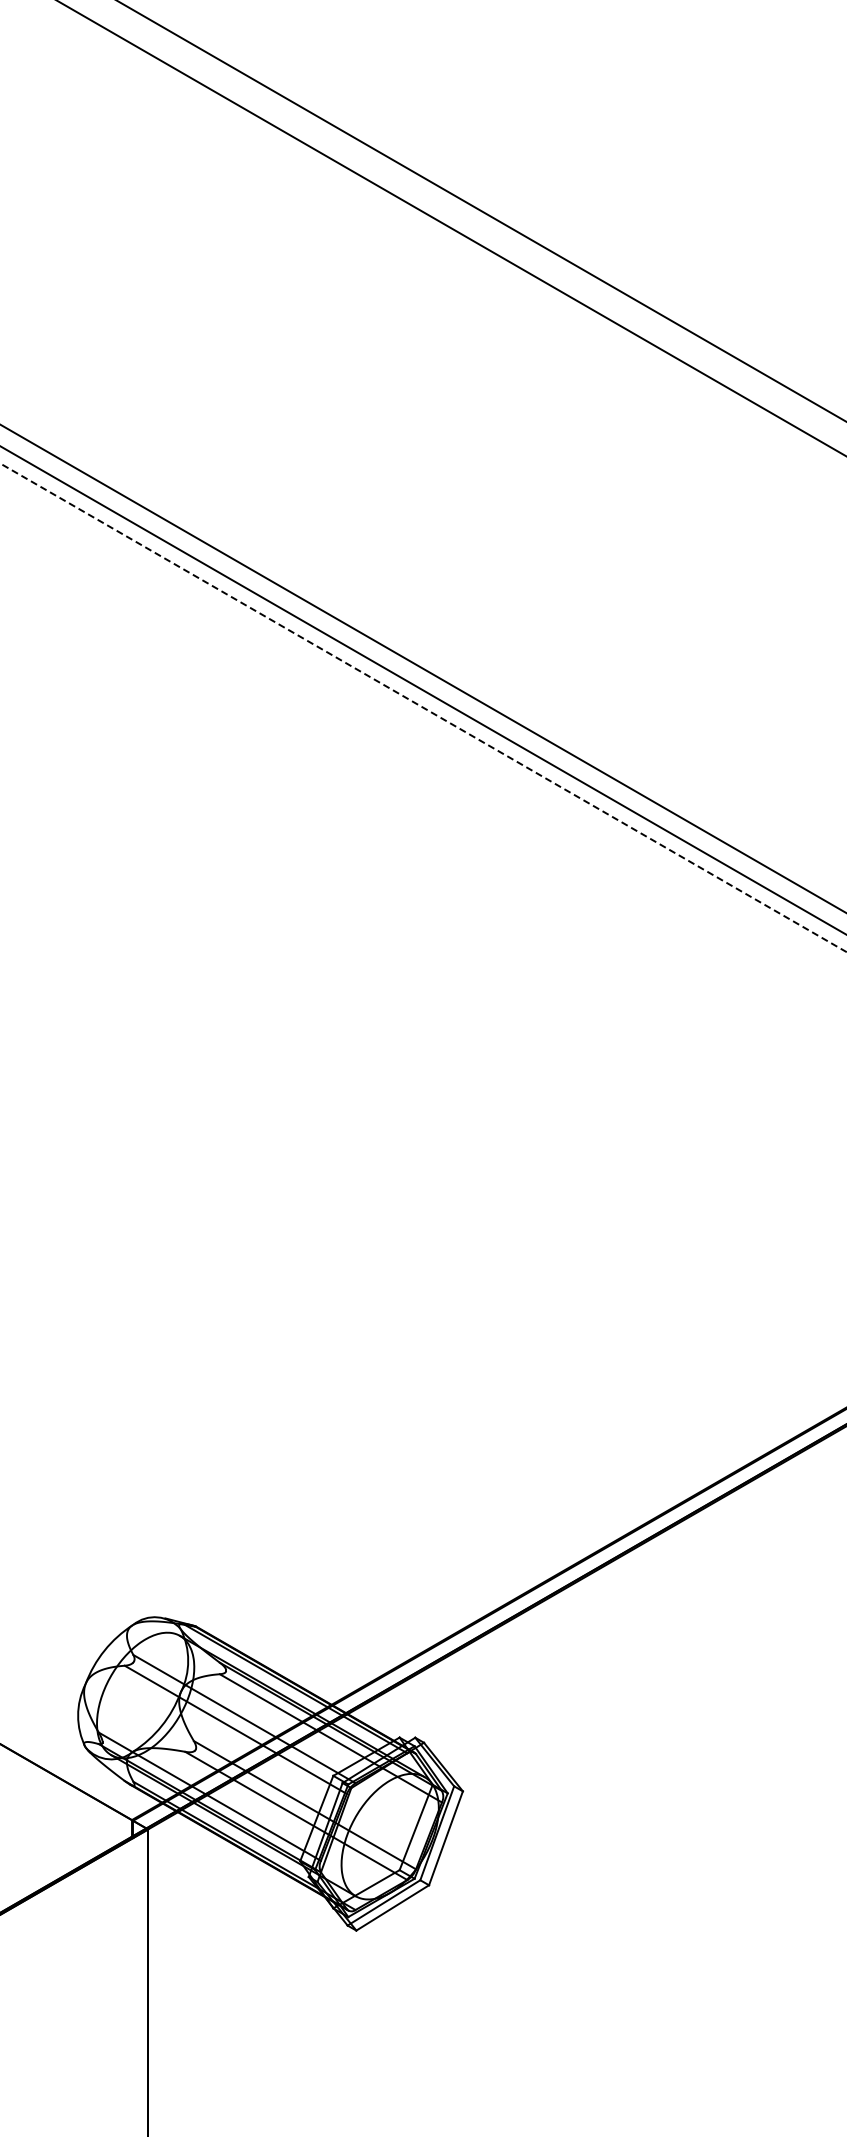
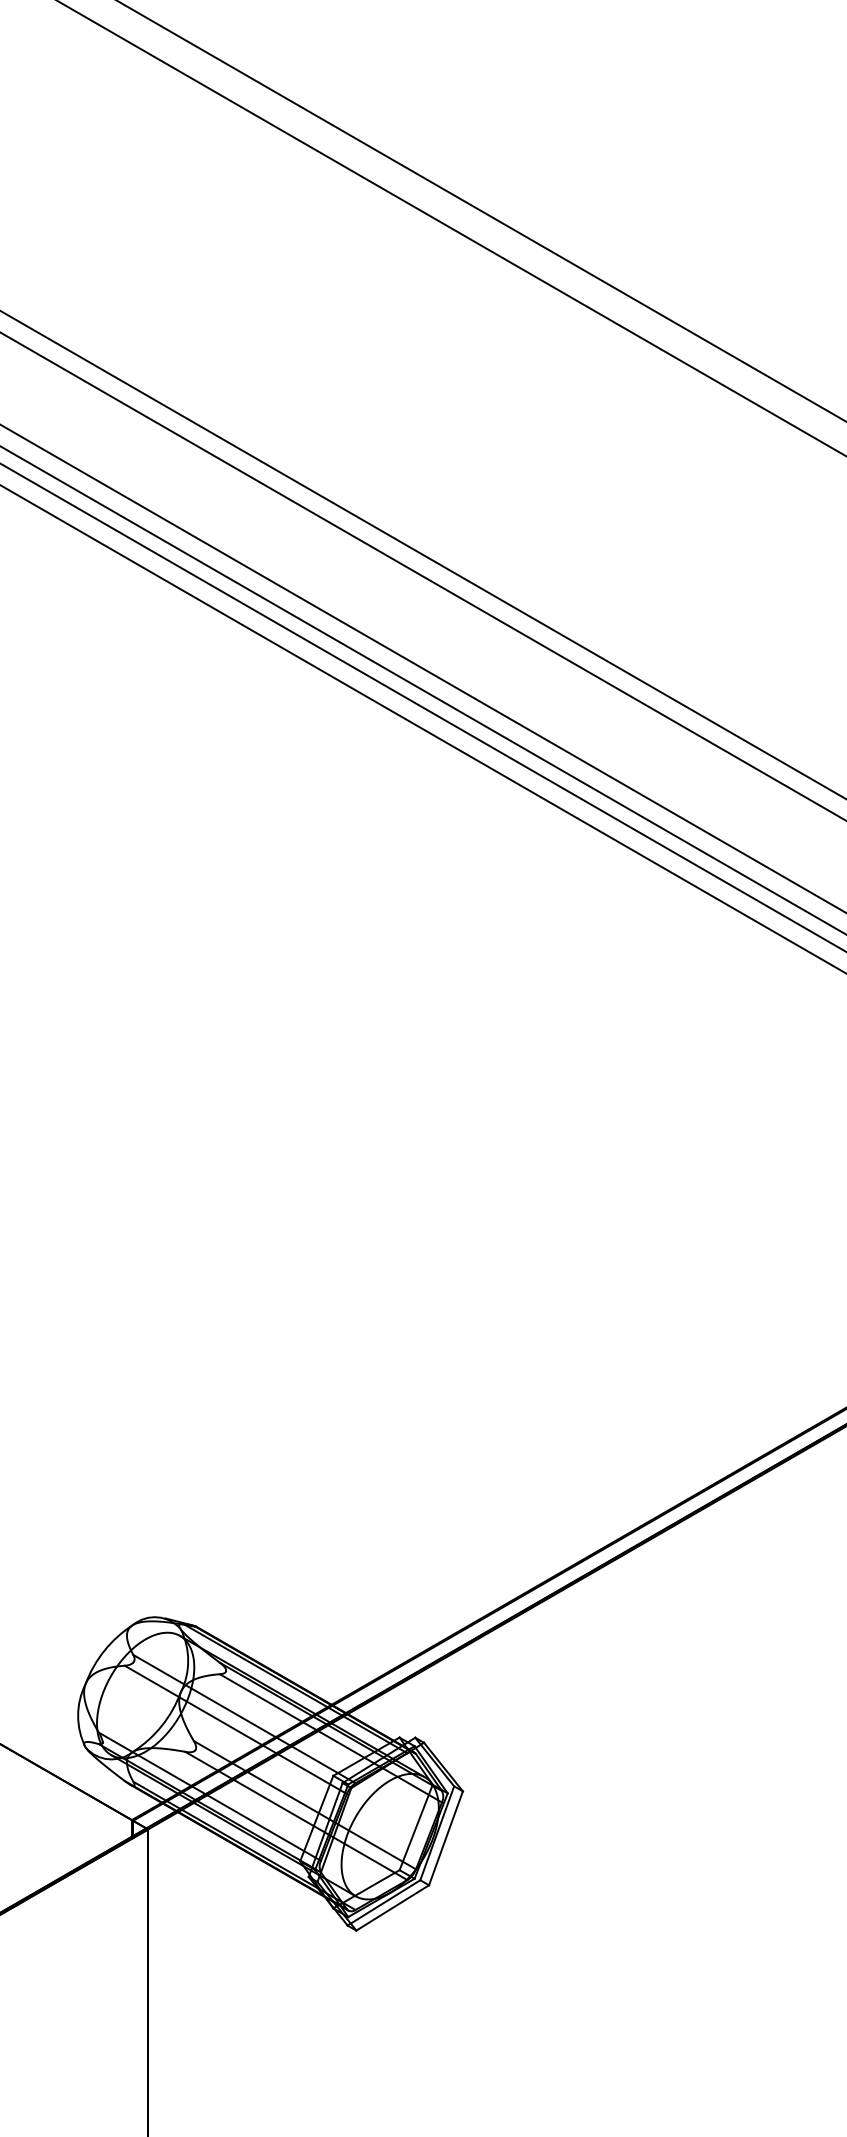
line at (422, 554): none -> present
line at (422, 576): none -> present
line at (423, 707): dashed -> solid
line at (422, 728): none -> present
